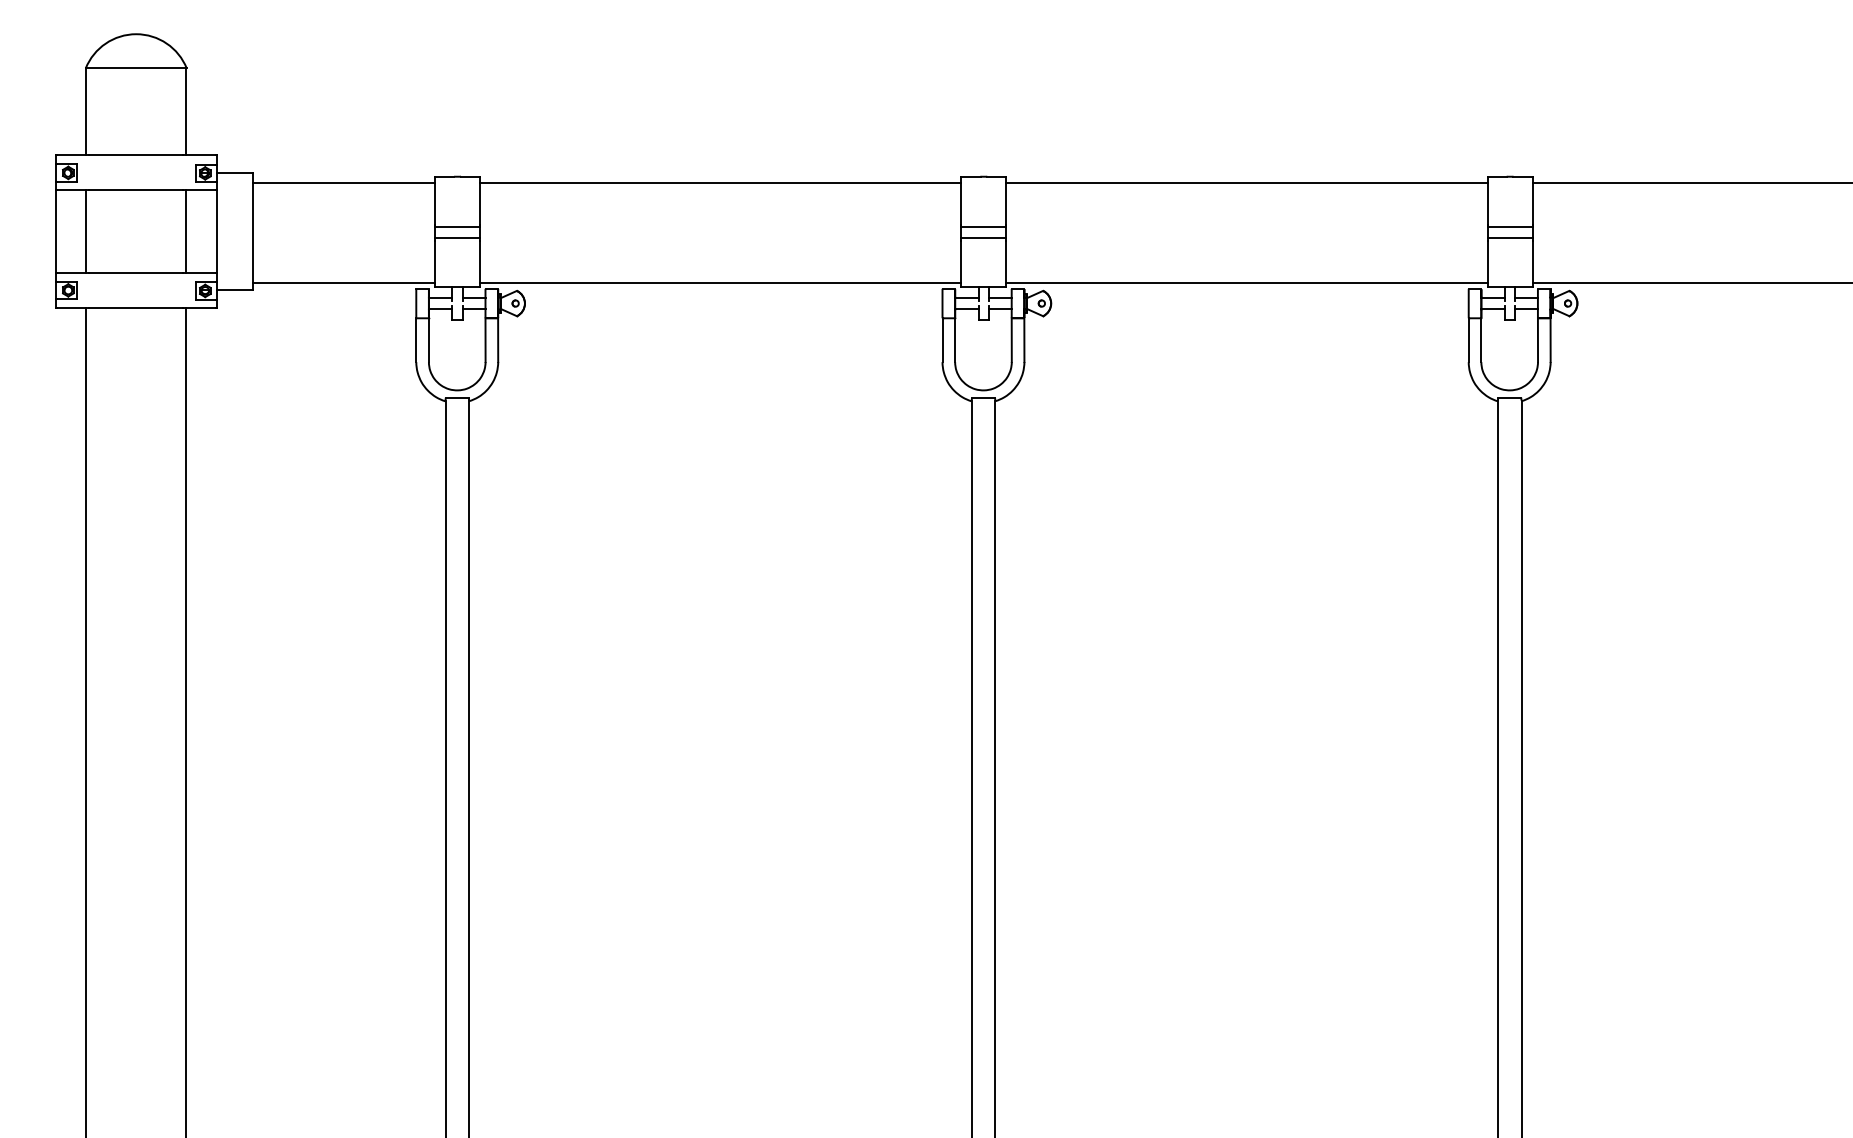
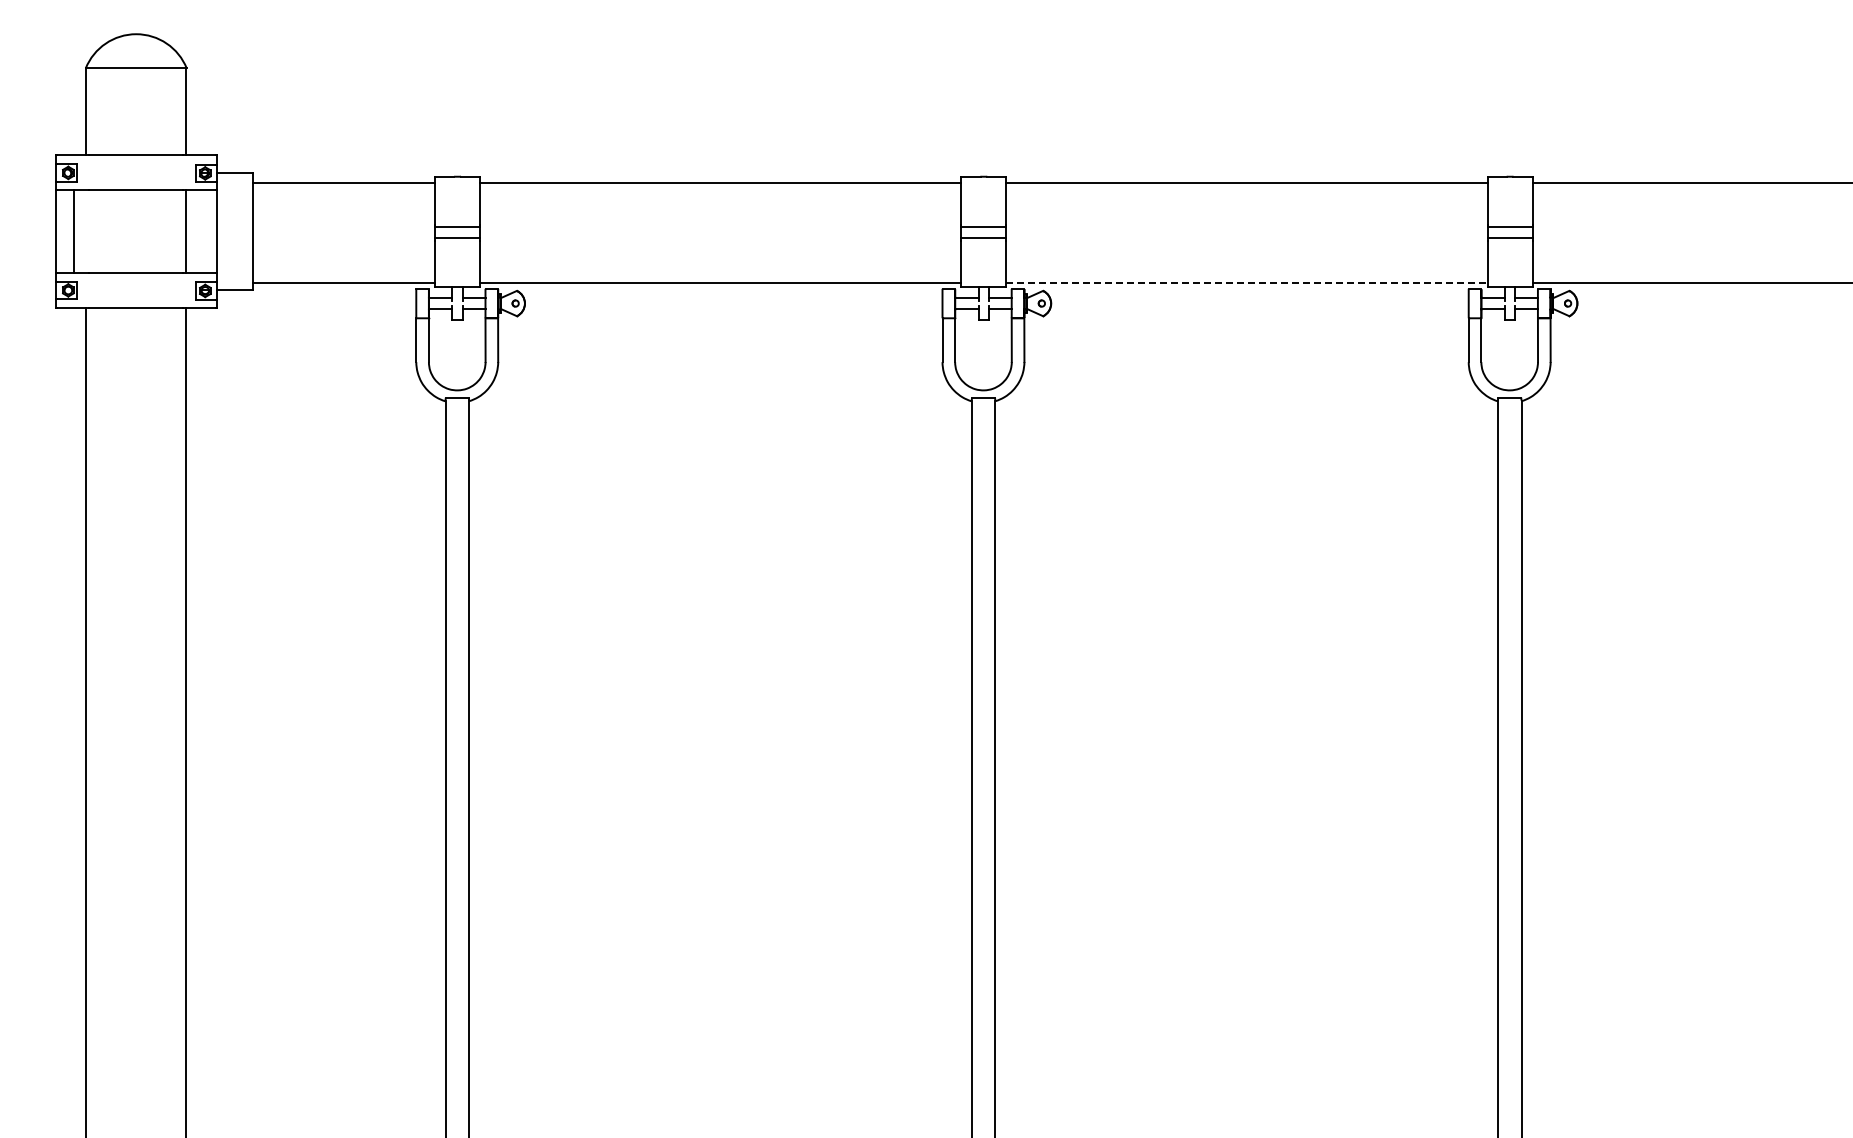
line at (86, 231) position: (86, 231) -> (74, 231)
line at (1246, 282): solid -> dashed
